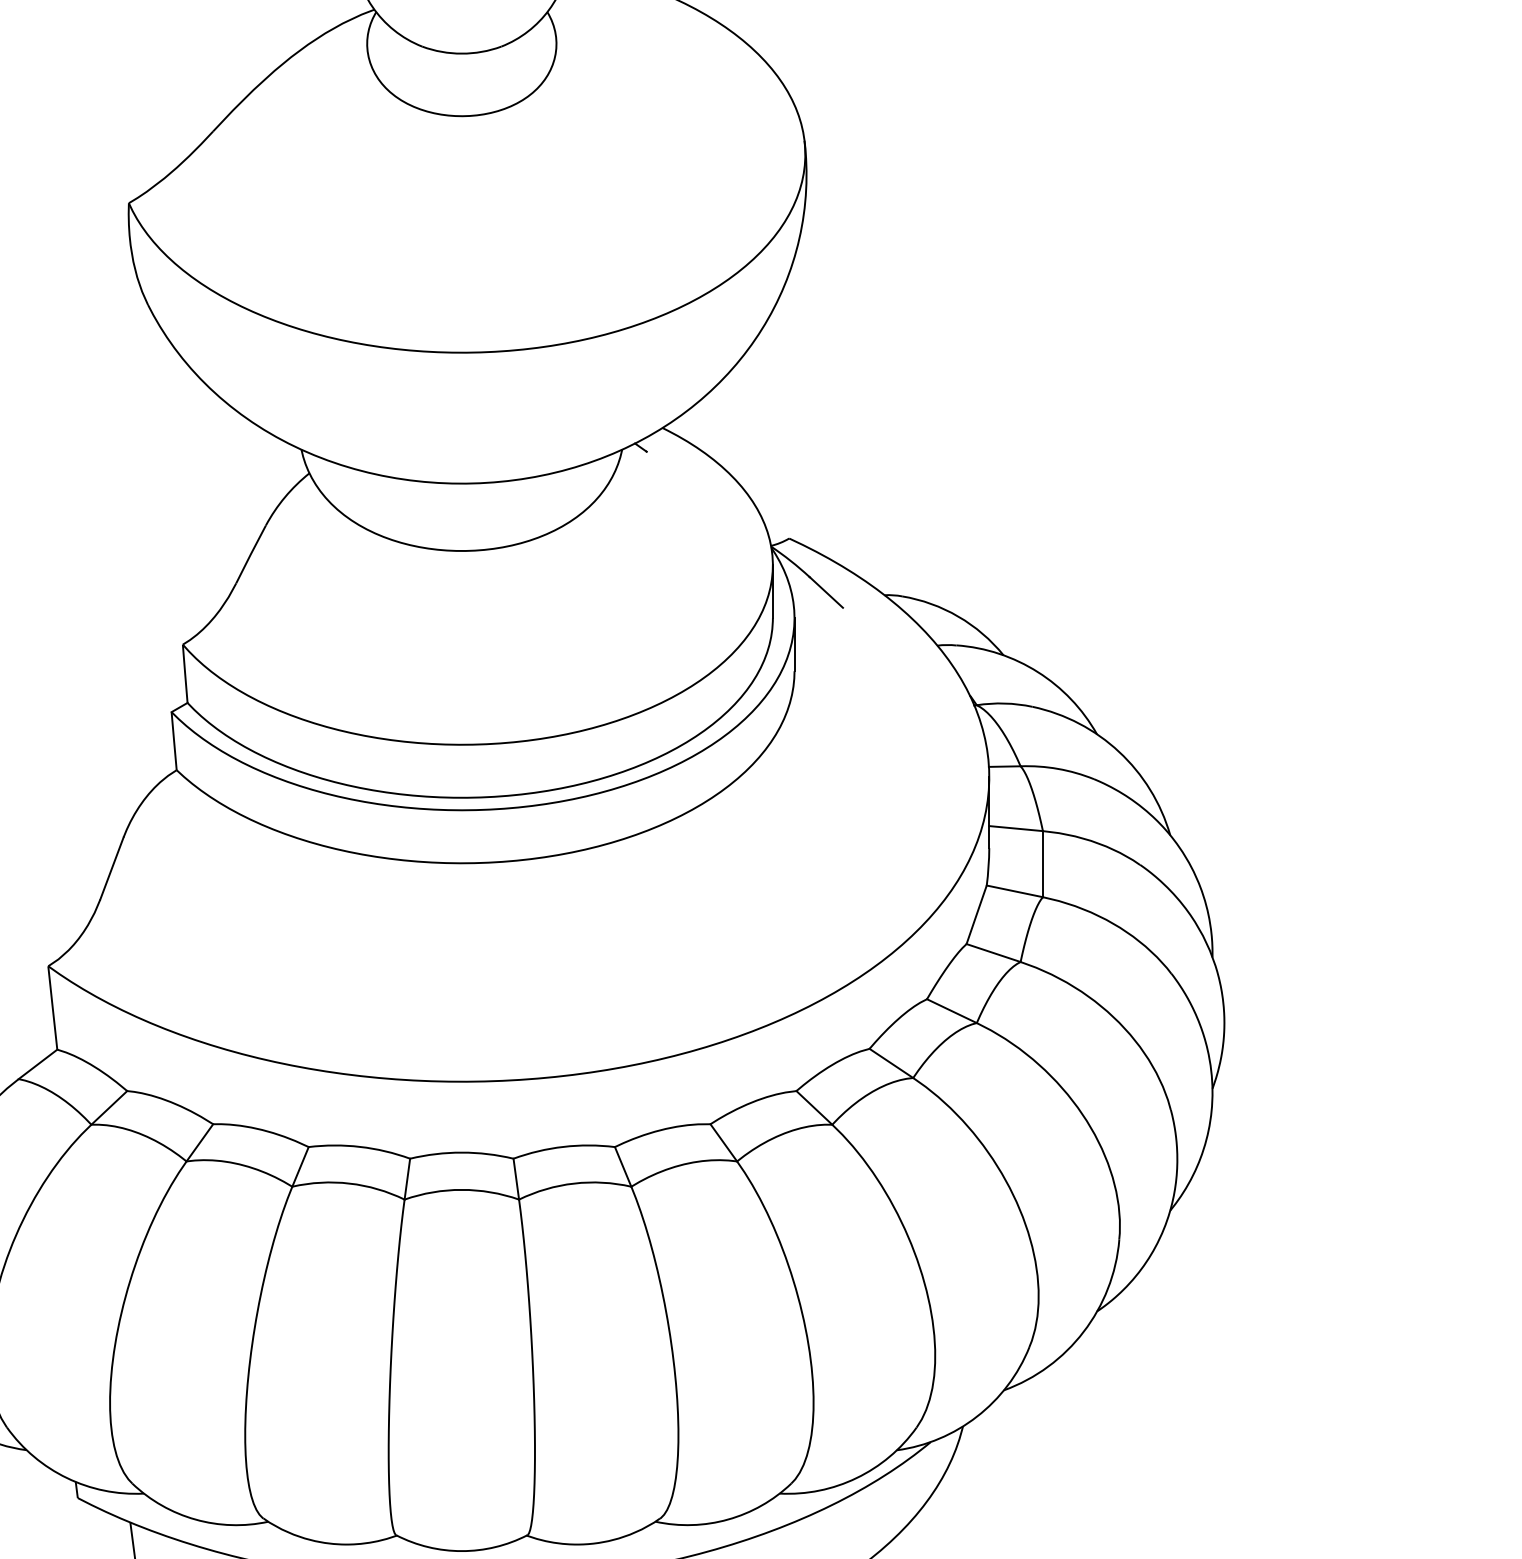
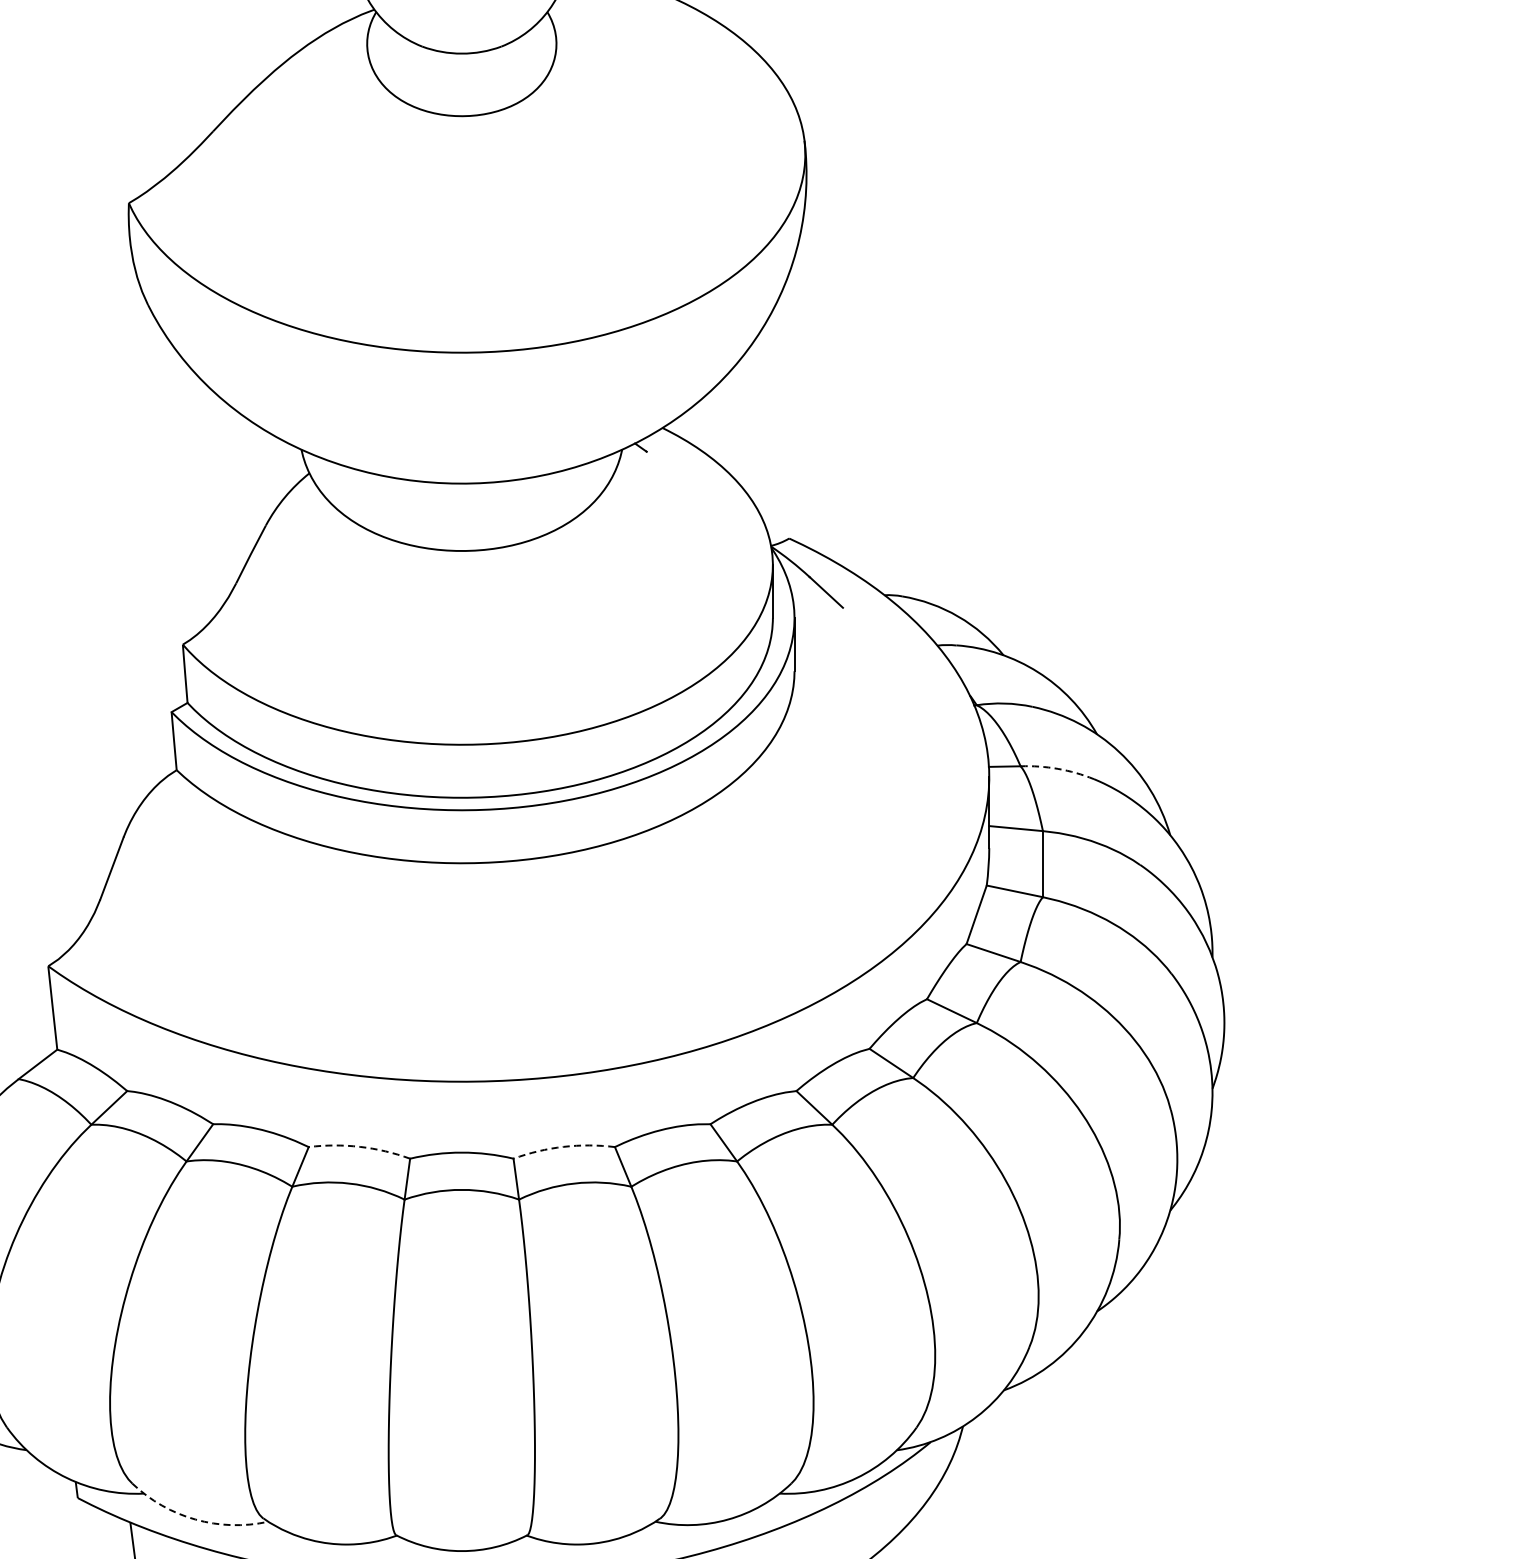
arc at (1058, 768): solid -> dashed
arc at (360, 1146): solid -> dashed
arc at (563, 1146): solid -> dashed
arc at (195, 1519): solid -> dashed
